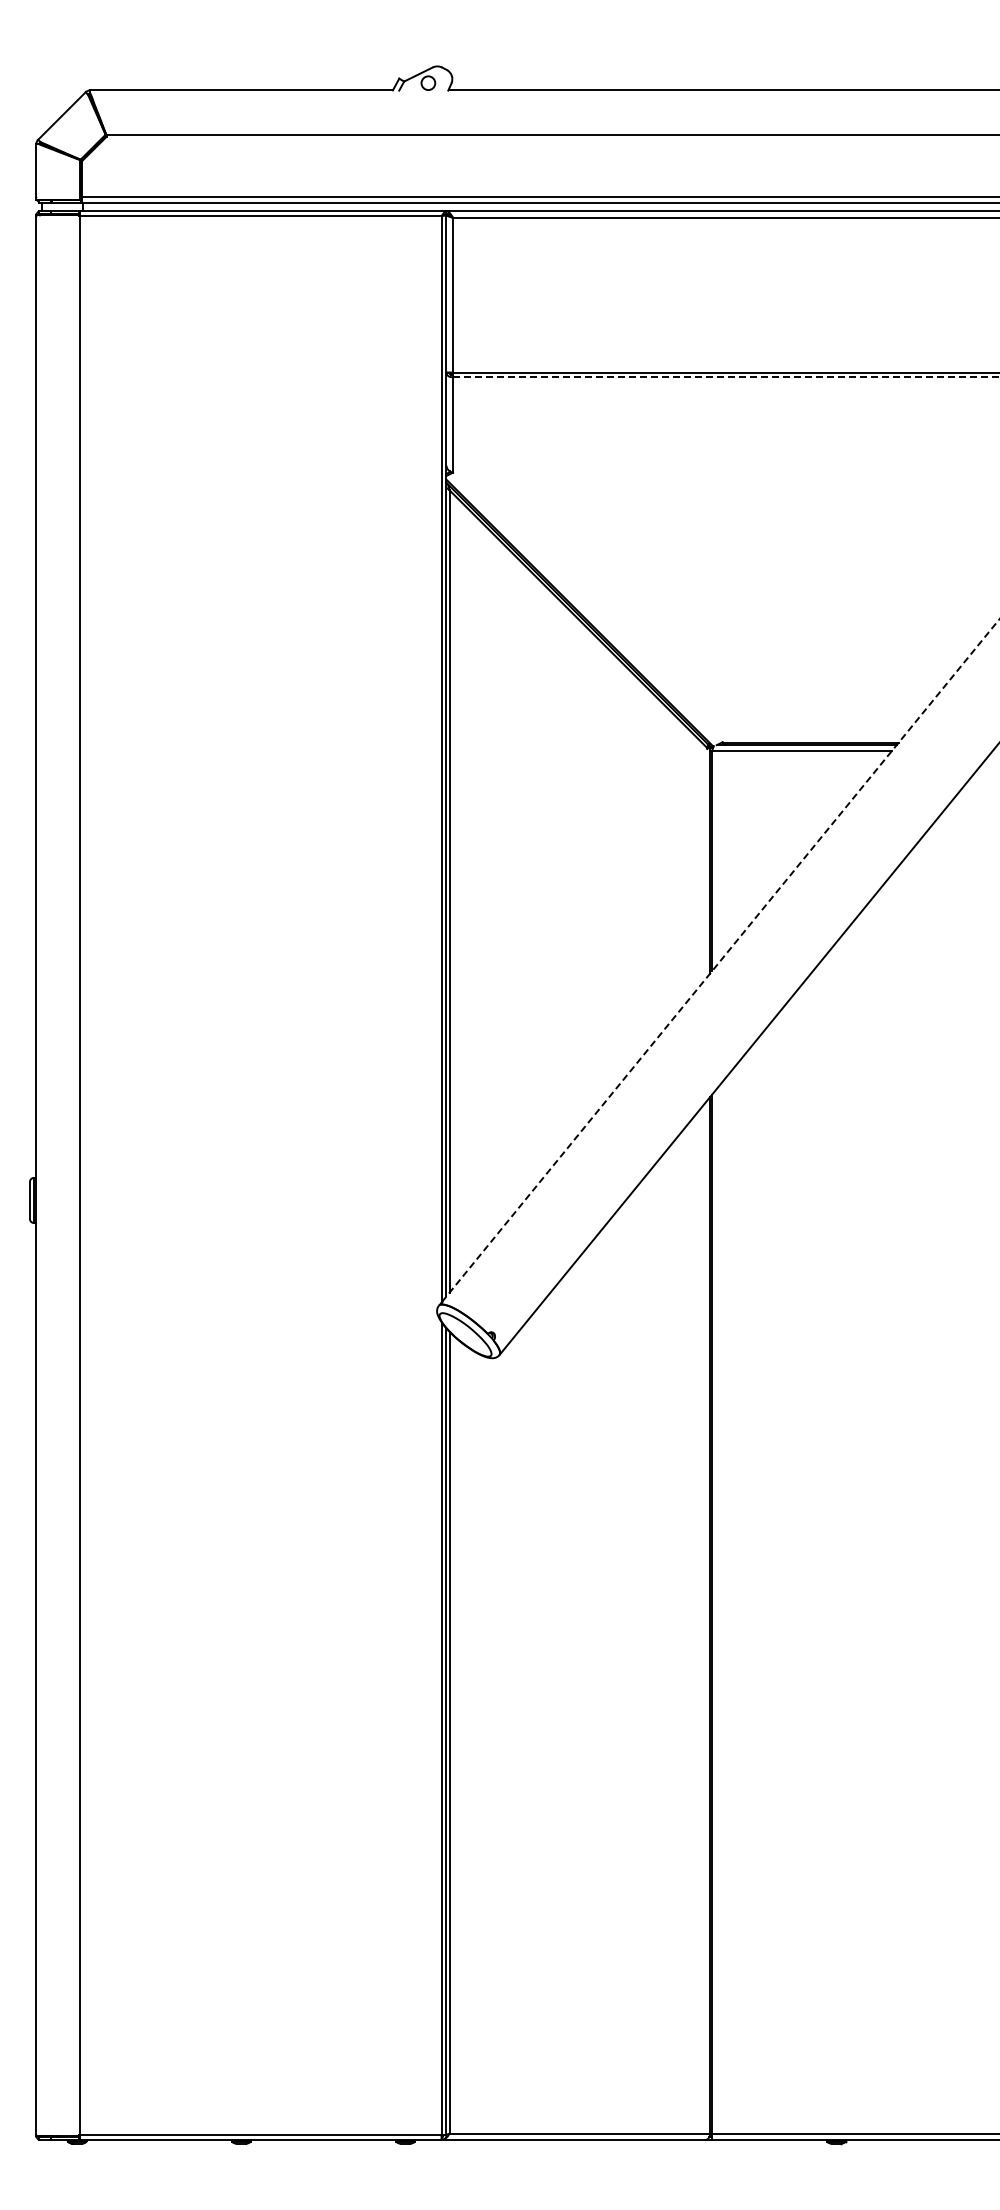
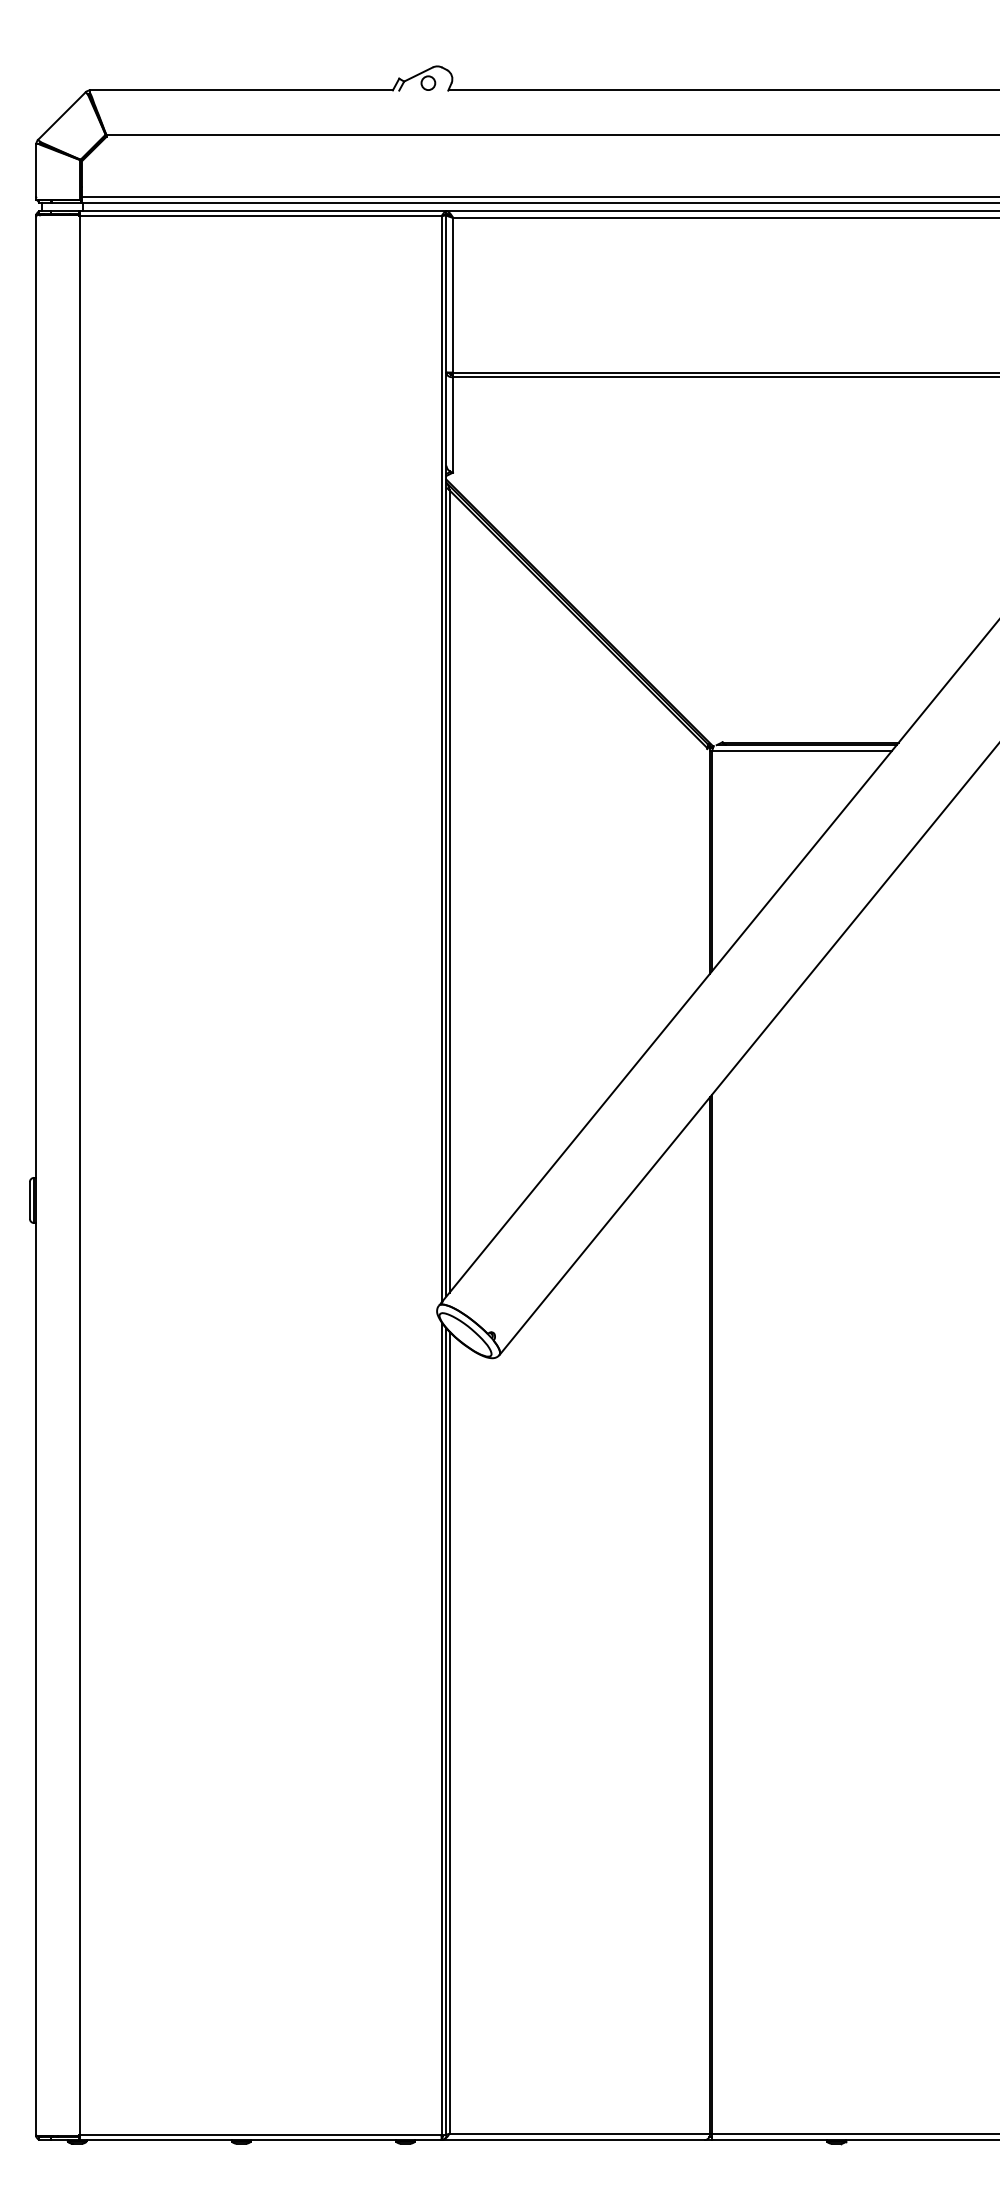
line at (726, 377): dashed -> solid
line at (720, 960): dashed -> solid
